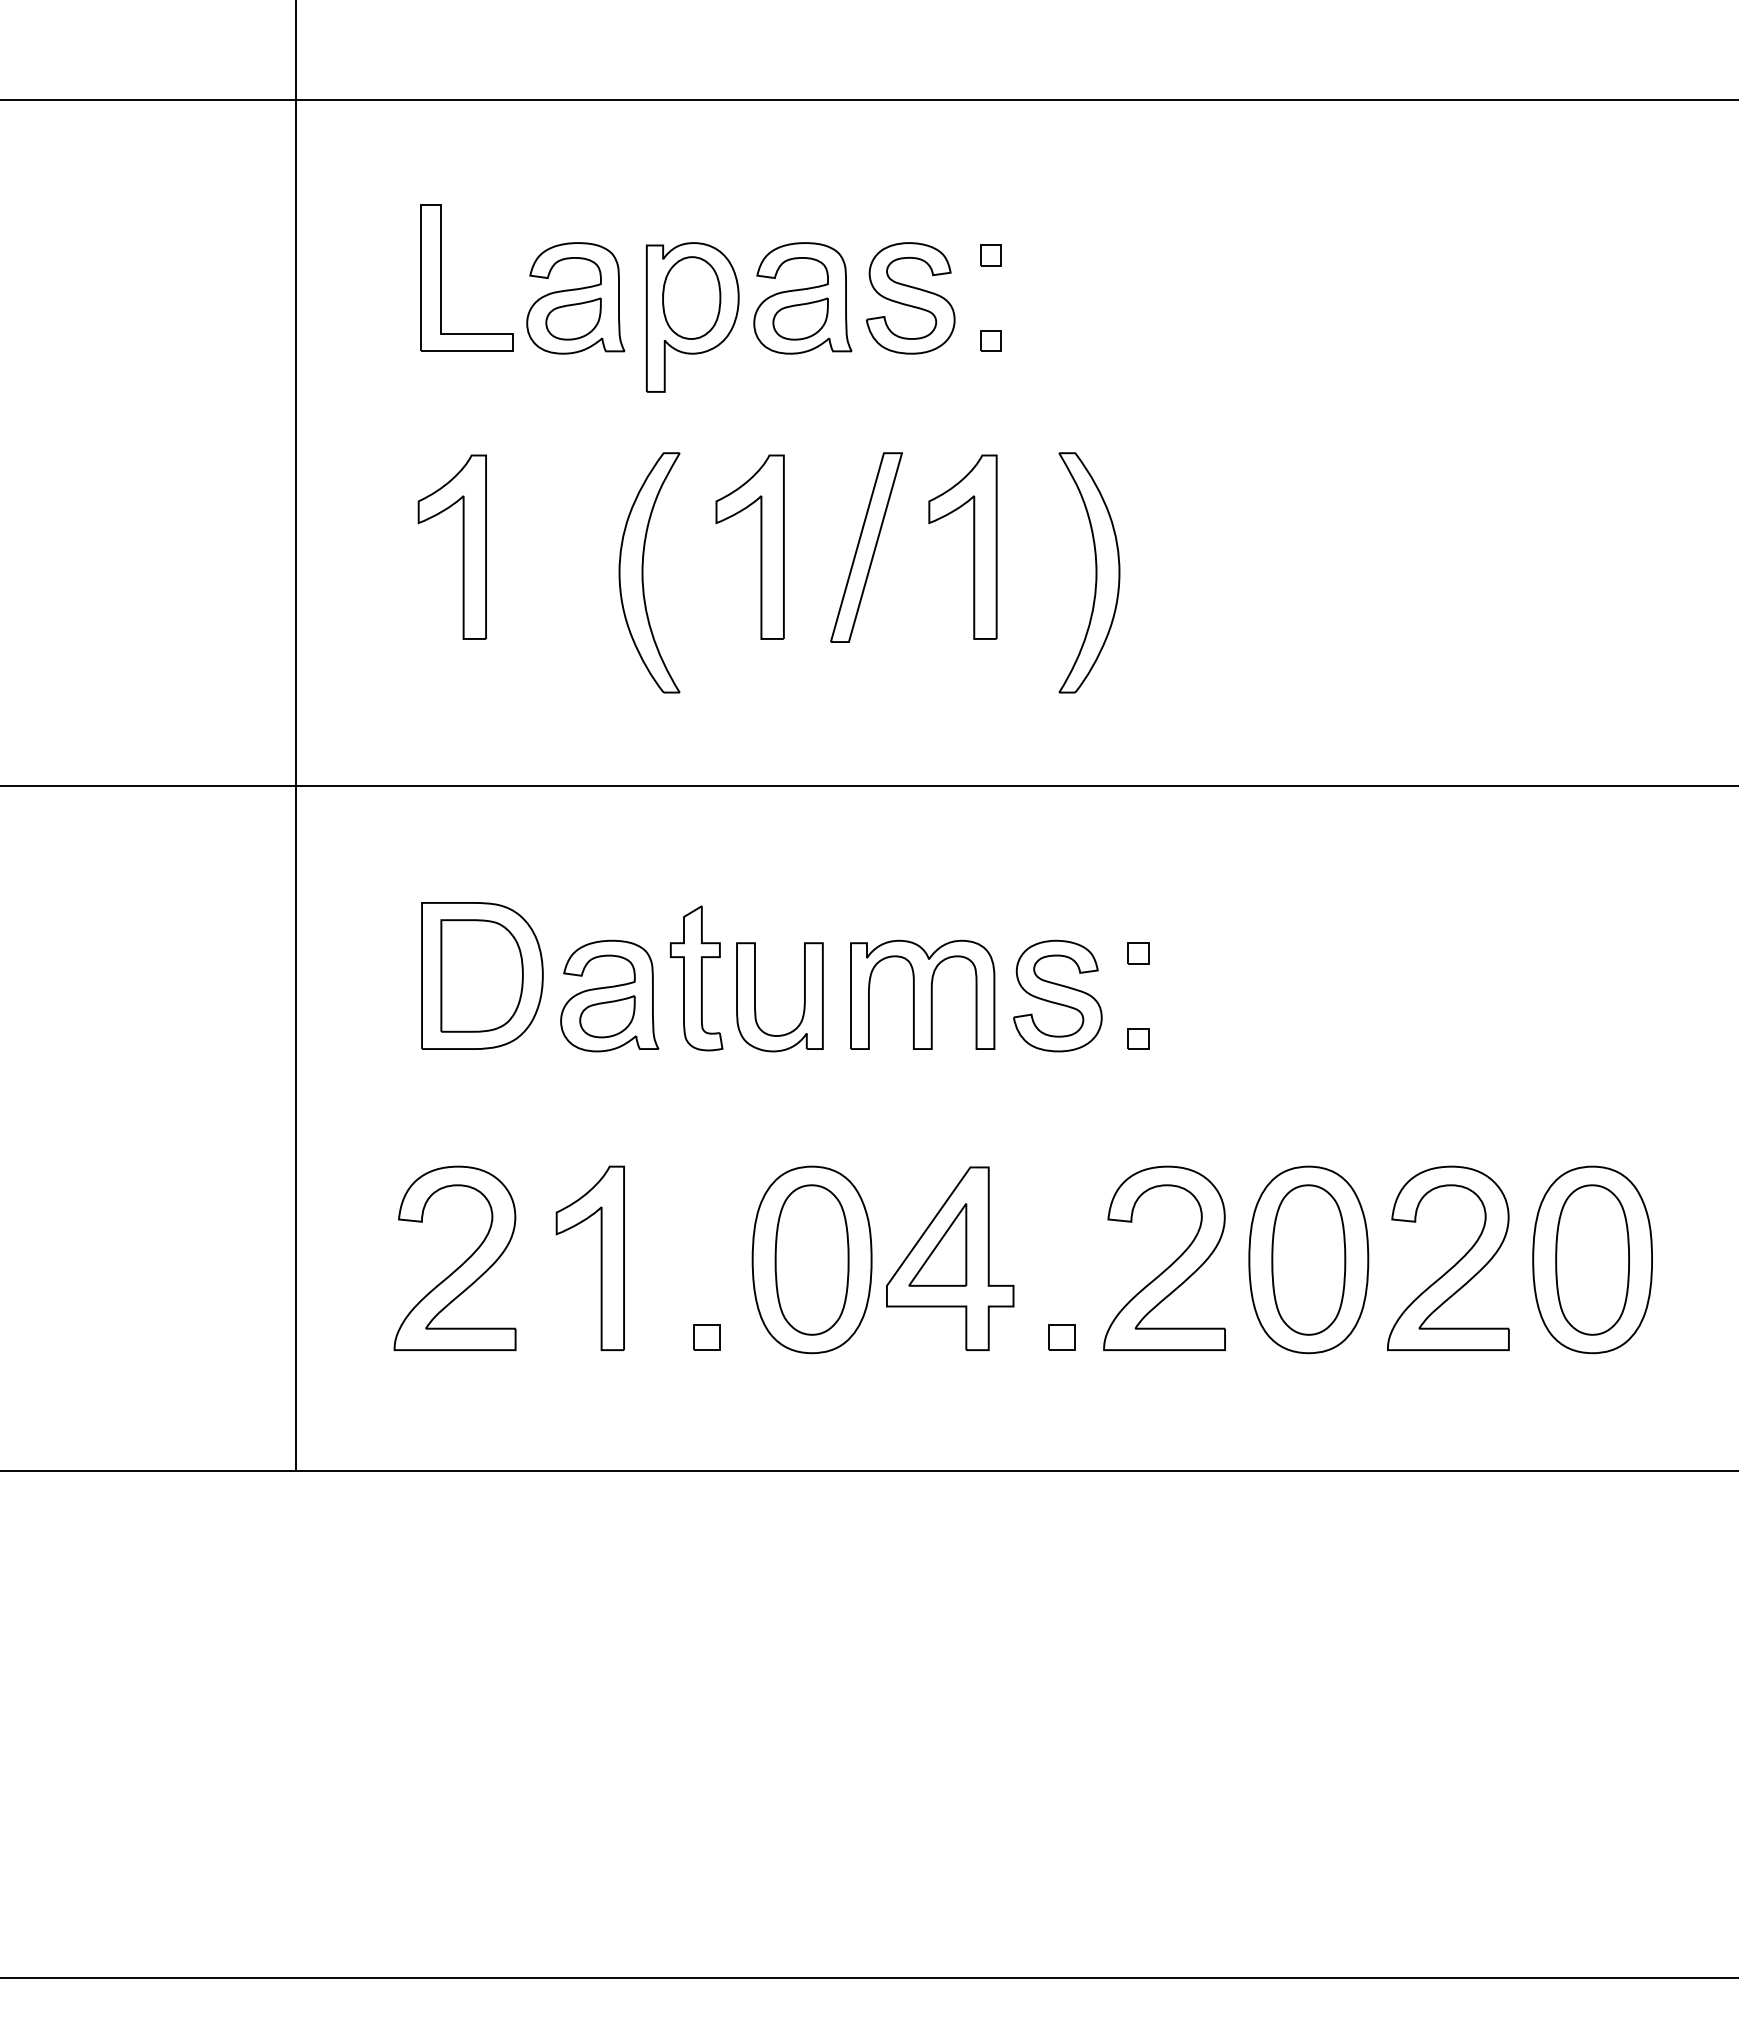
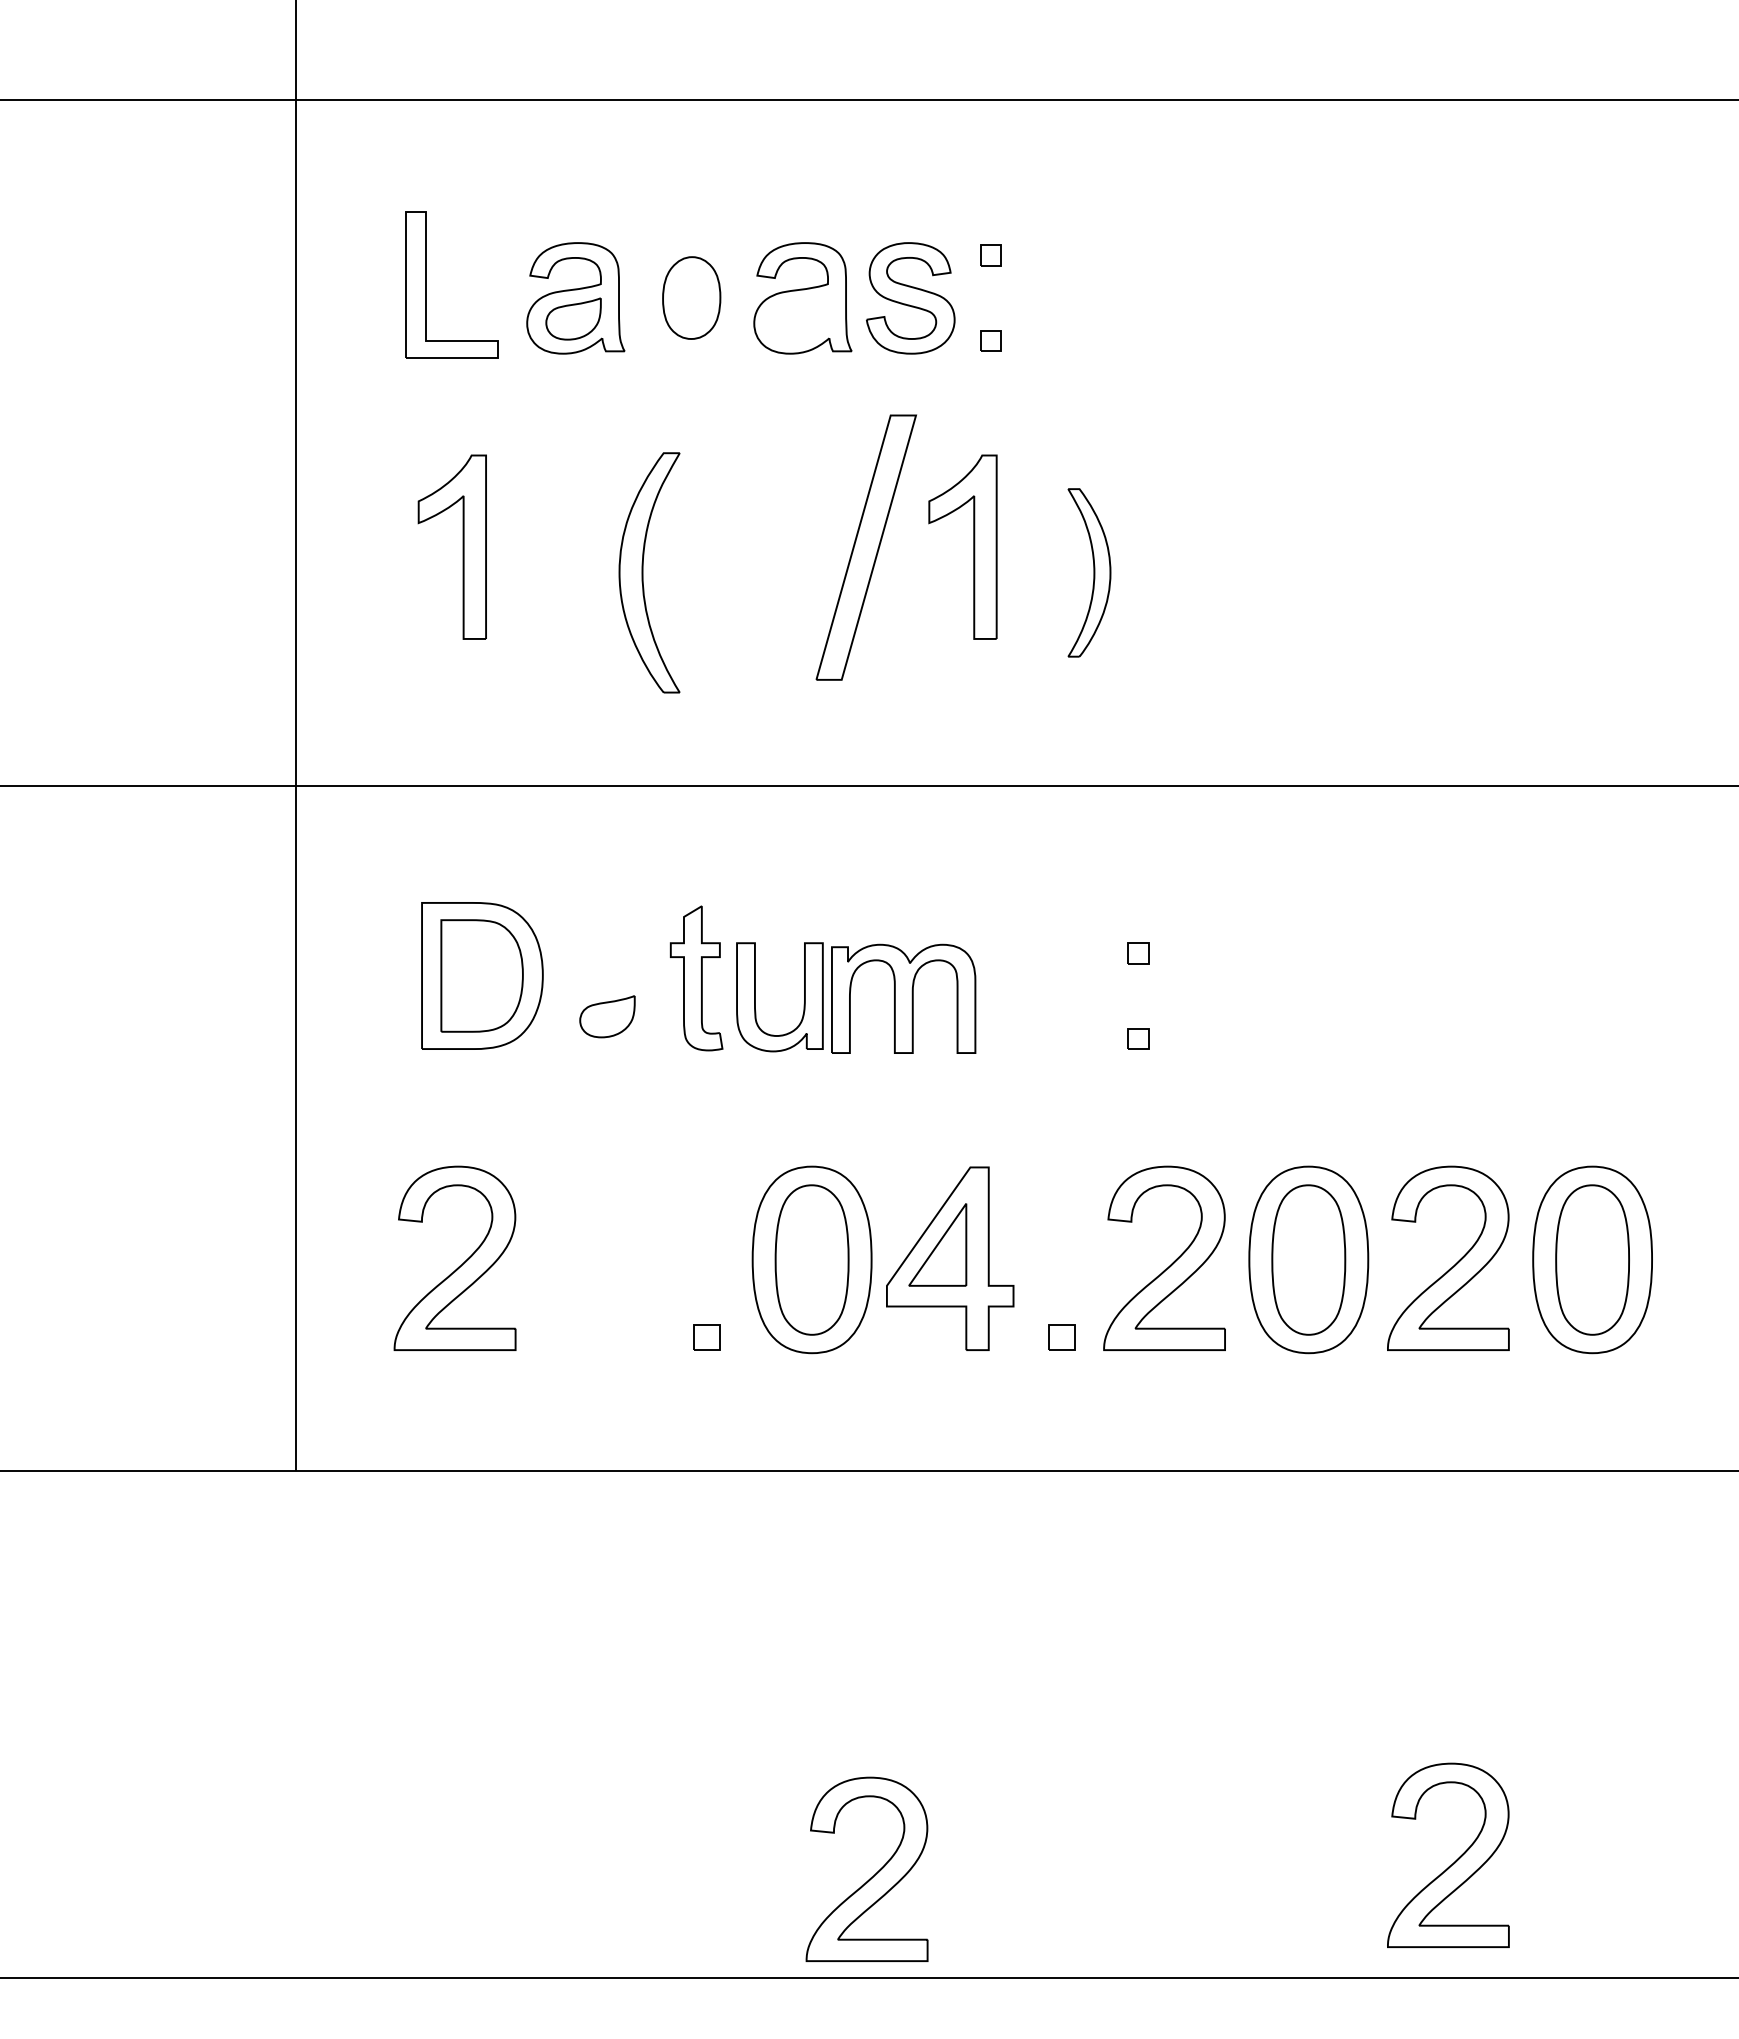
part at (441, 277) position: (441, 277) -> (426, 284)
part at (692, 317): present -> none
part at (800, 318): present -> none
part at (760, 546): present -> none
part at (866, 547) size: 74x191 px -> 102x267 px
part at (1089, 572) size: 63x242 px -> 45x170 px
part at (922, 994) position: (922, 994) -> (903, 998)
part at (609, 995): present -> none
part at (1057, 995): present -> none
part at (600, 1257): present -> none
part at (1455, 1860): none -> present
part at (871, 1876): none -> present
